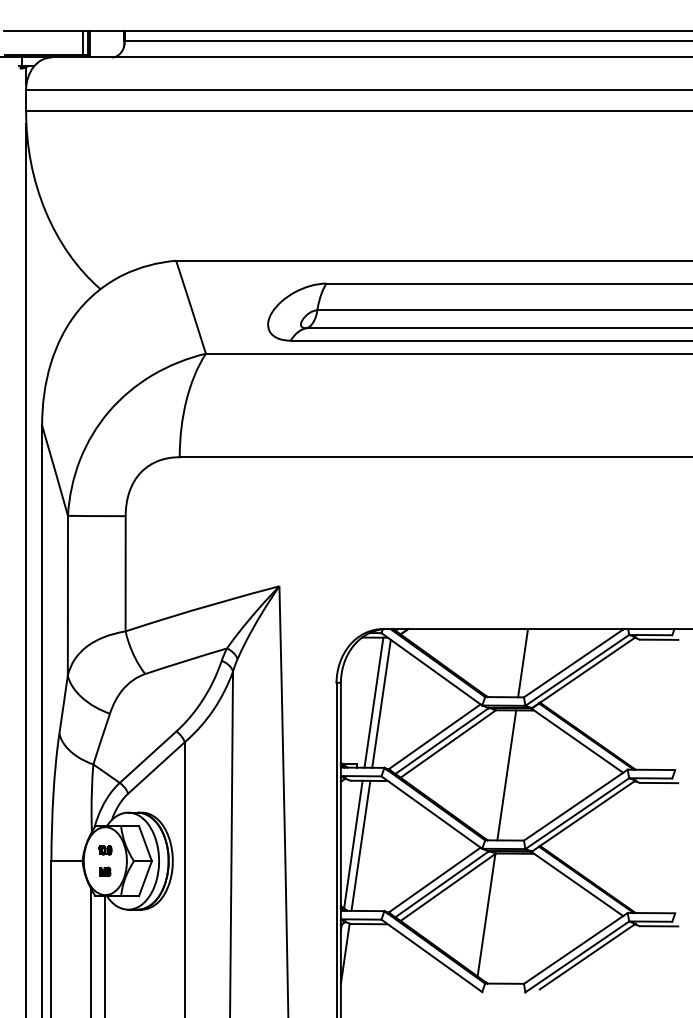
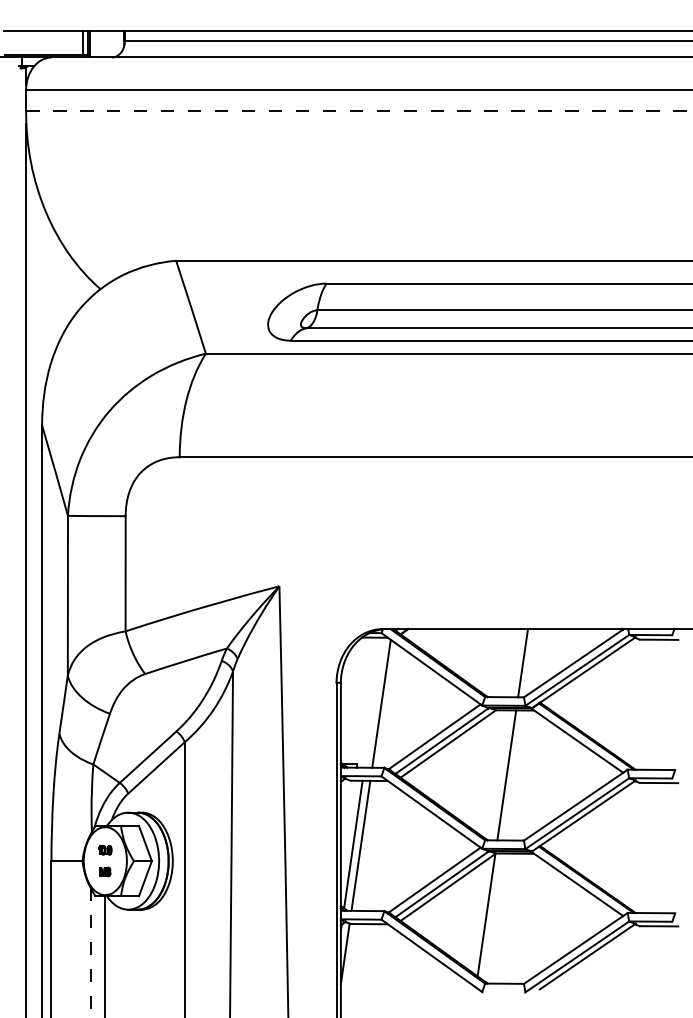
line at (360, 111): solid -> dashed
line at (373, 702): present -> none
line at (90, 952): solid -> dashed
